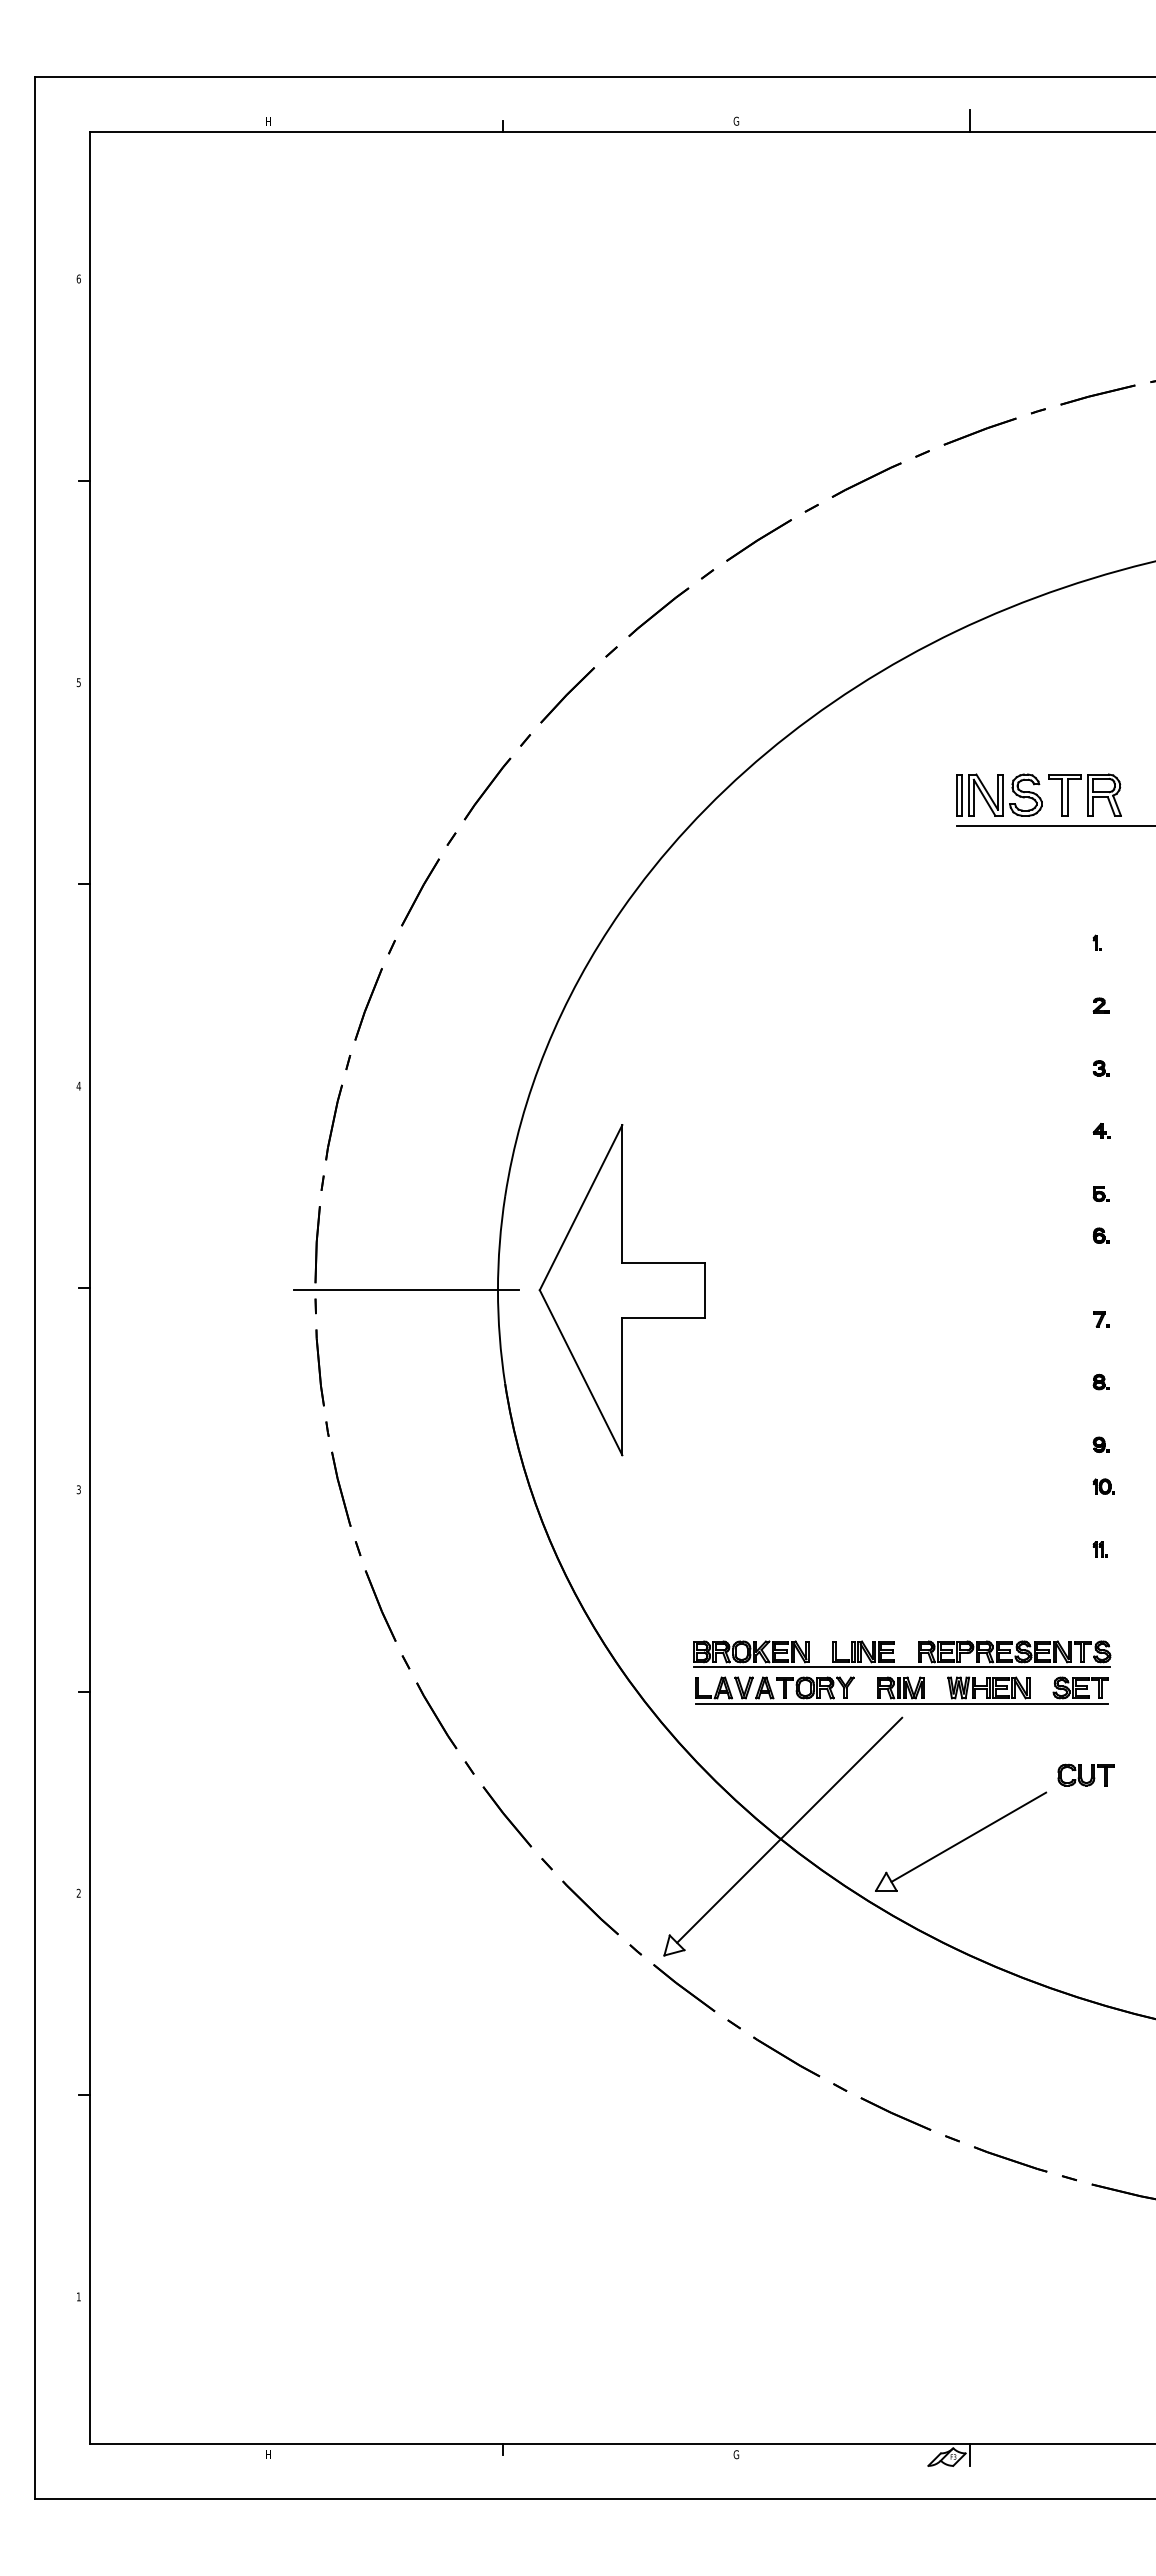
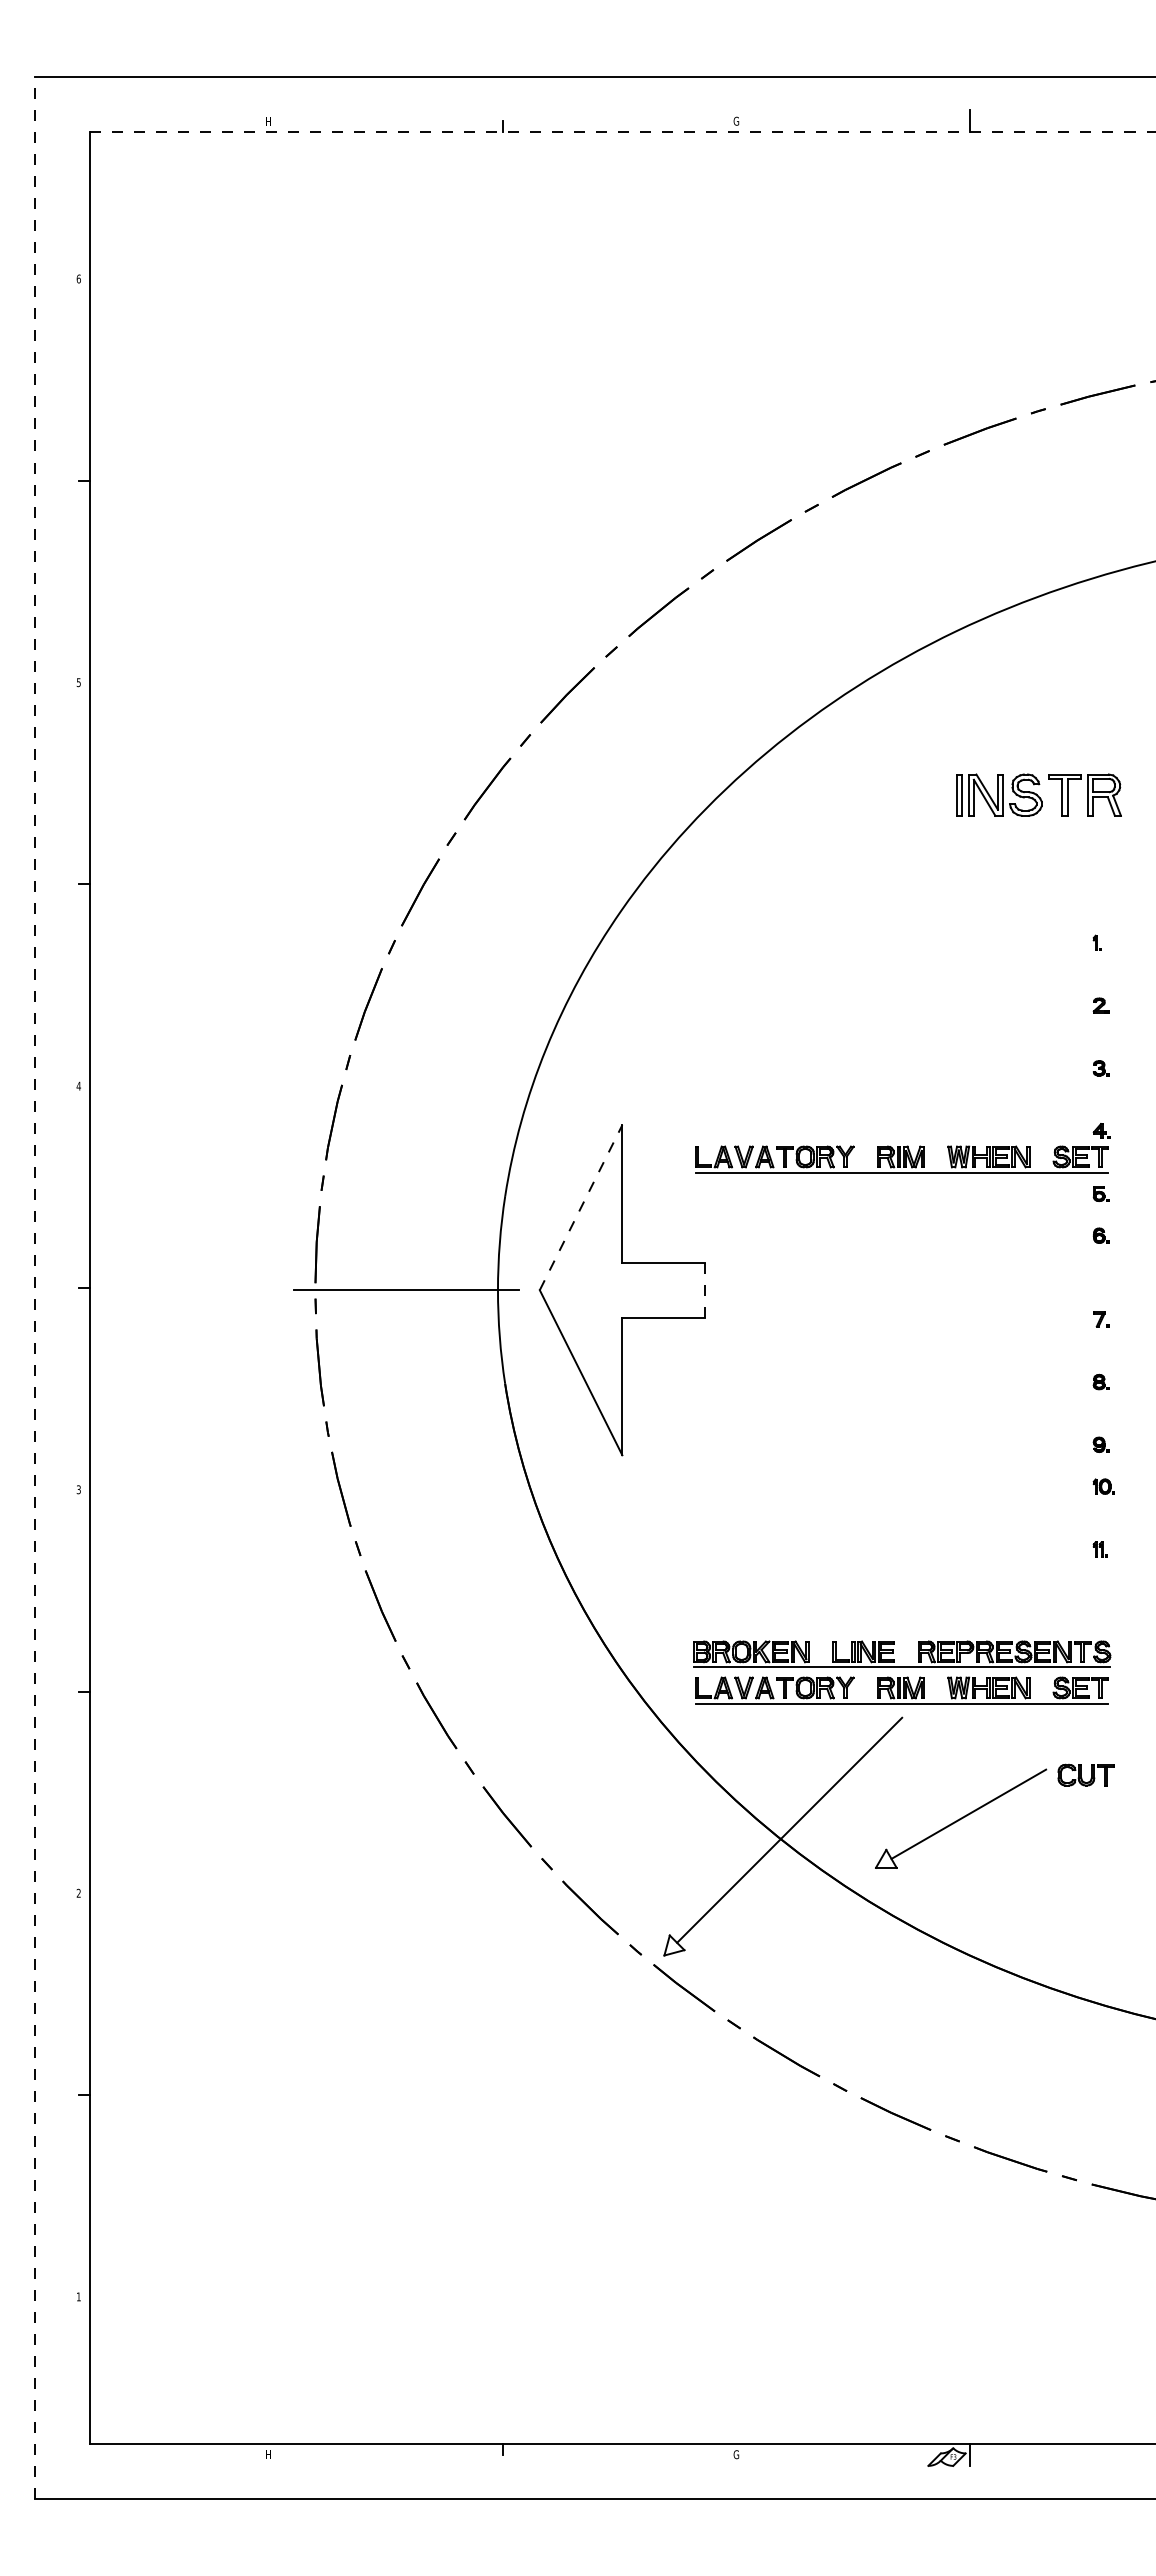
line at (622, 132): solid -> dashed
line at (1054, 826): present -> none
part at (901, 1159): none -> present
line at (581, 1207): solid -> dashed
line at (34, 1288): solid -> dashed
line at (704, 1290): solid -> dashed
part at (961, 1841) position: (961, 1841) -> (961, 1818)
